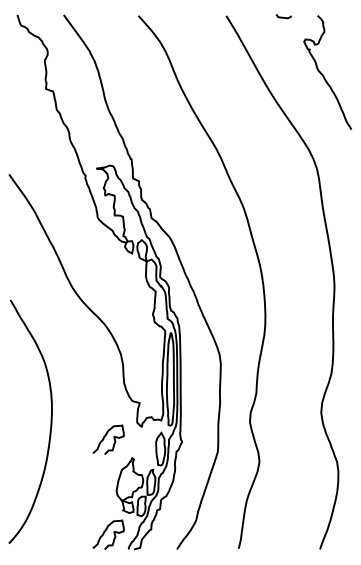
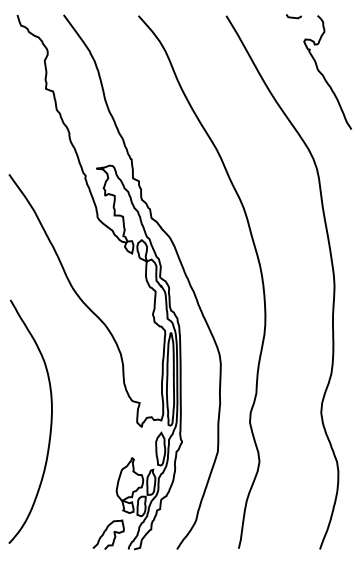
curve at (283, 16) position: (283, 16) -> (293, 16)
curve at (105, 437): present -> none
